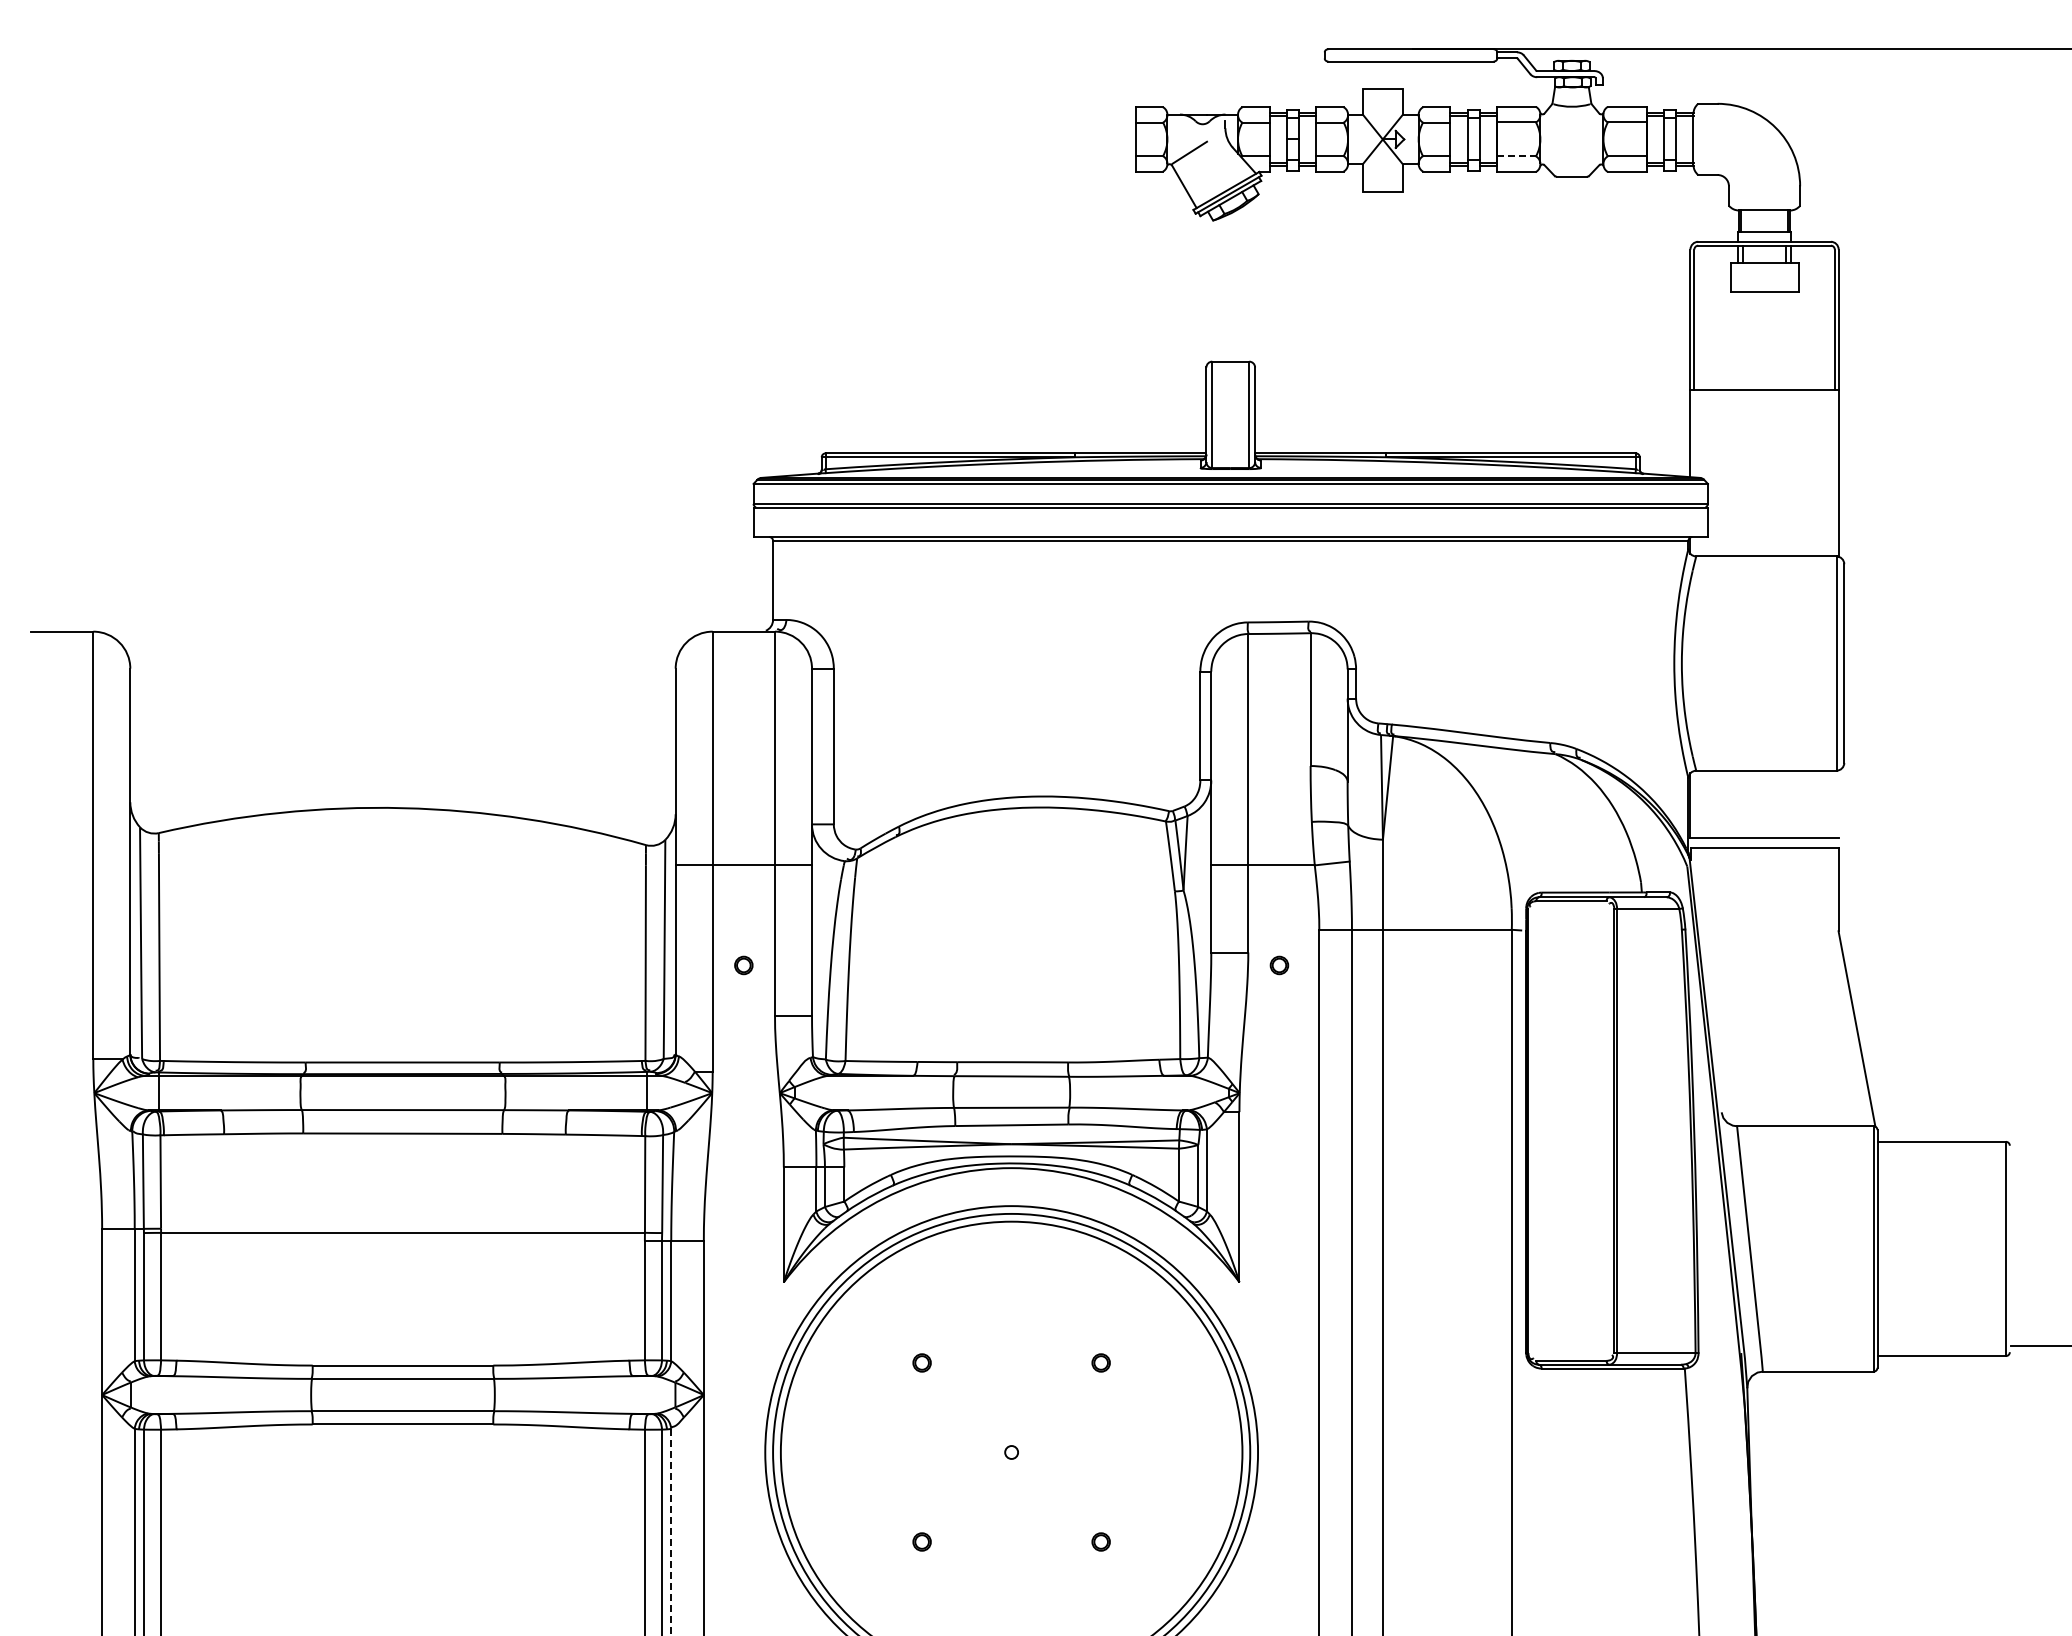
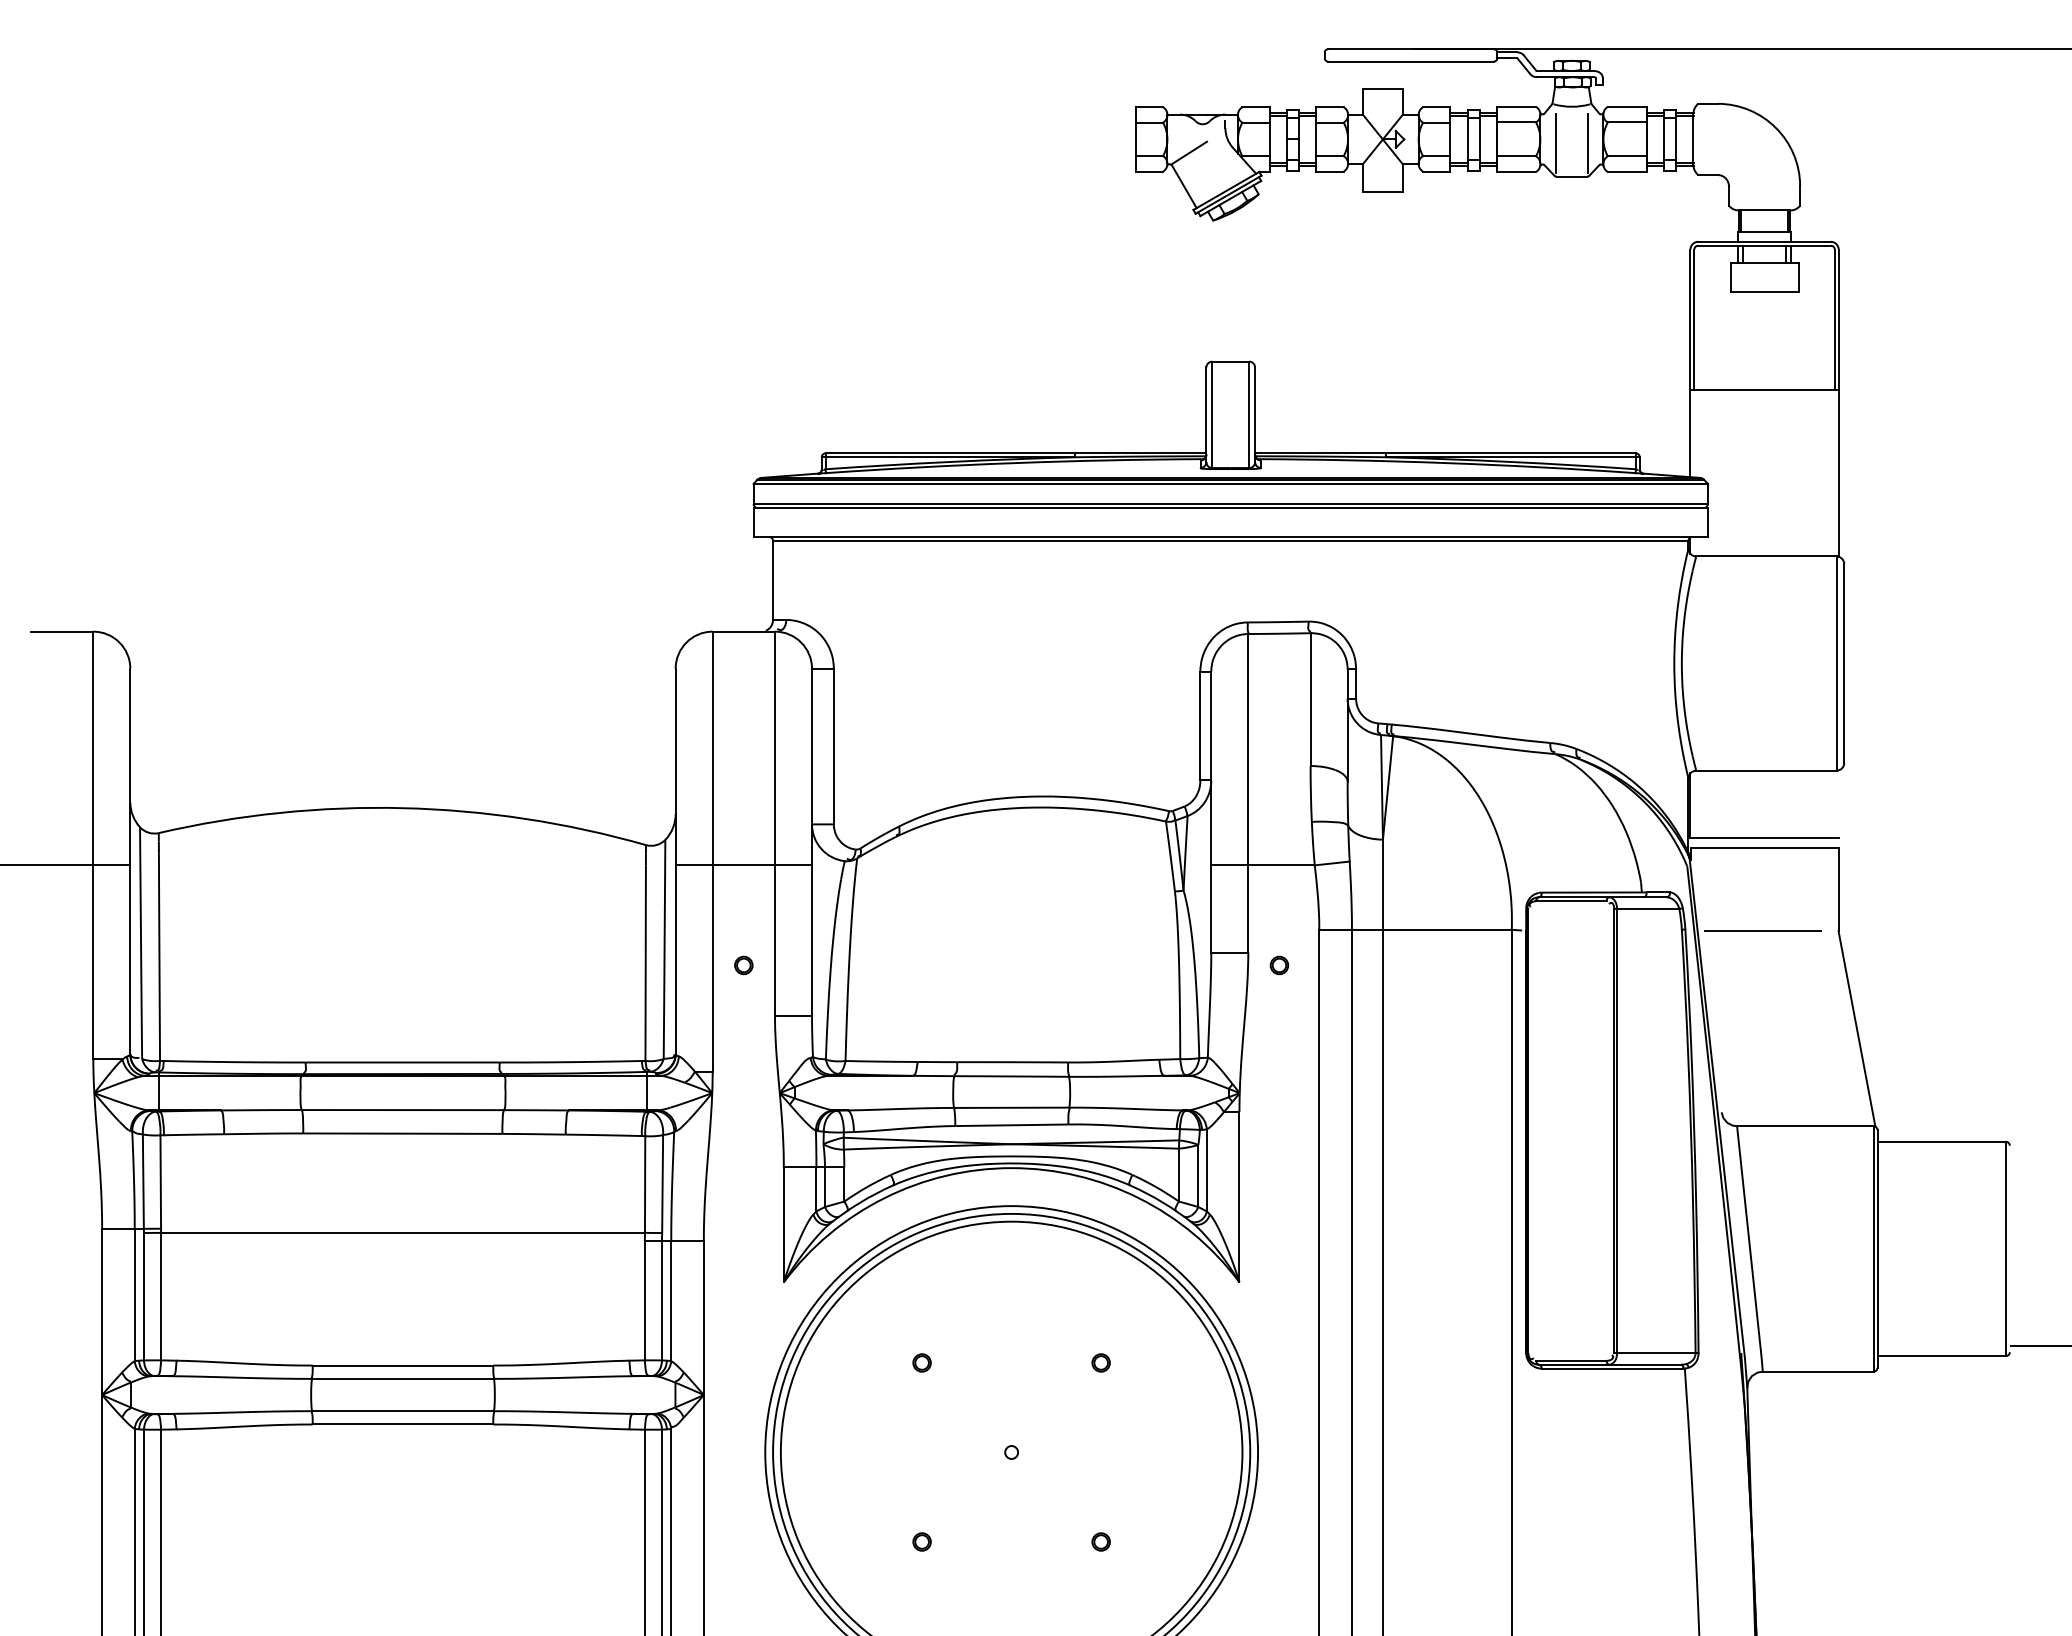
line at (1555, 143): none -> present
line at (1587, 143): none -> present
line at (1517, 156): dashed -> solid
line at (66, 865): none -> present
line at (1762, 931): none -> present
line at (671, 1532): dashed -> solid
